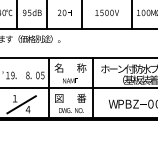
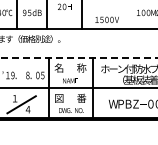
text at (64, 12) position: (64, 12) -> (64, 6)
text at (106, 12) position: (106, 12) -> (106, 19)
line at (131, 15): present -> none
line at (78, 58): solid -> dashed
